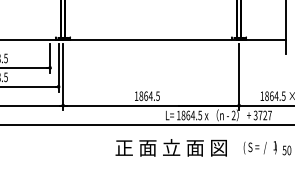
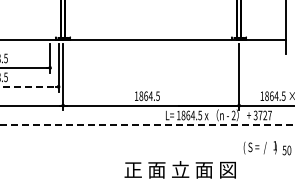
line at (29, 86): solid -> dashed
line at (147, 124): solid -> dashed
text at (170, 147) position: (170, 147) -> (179, 169)
